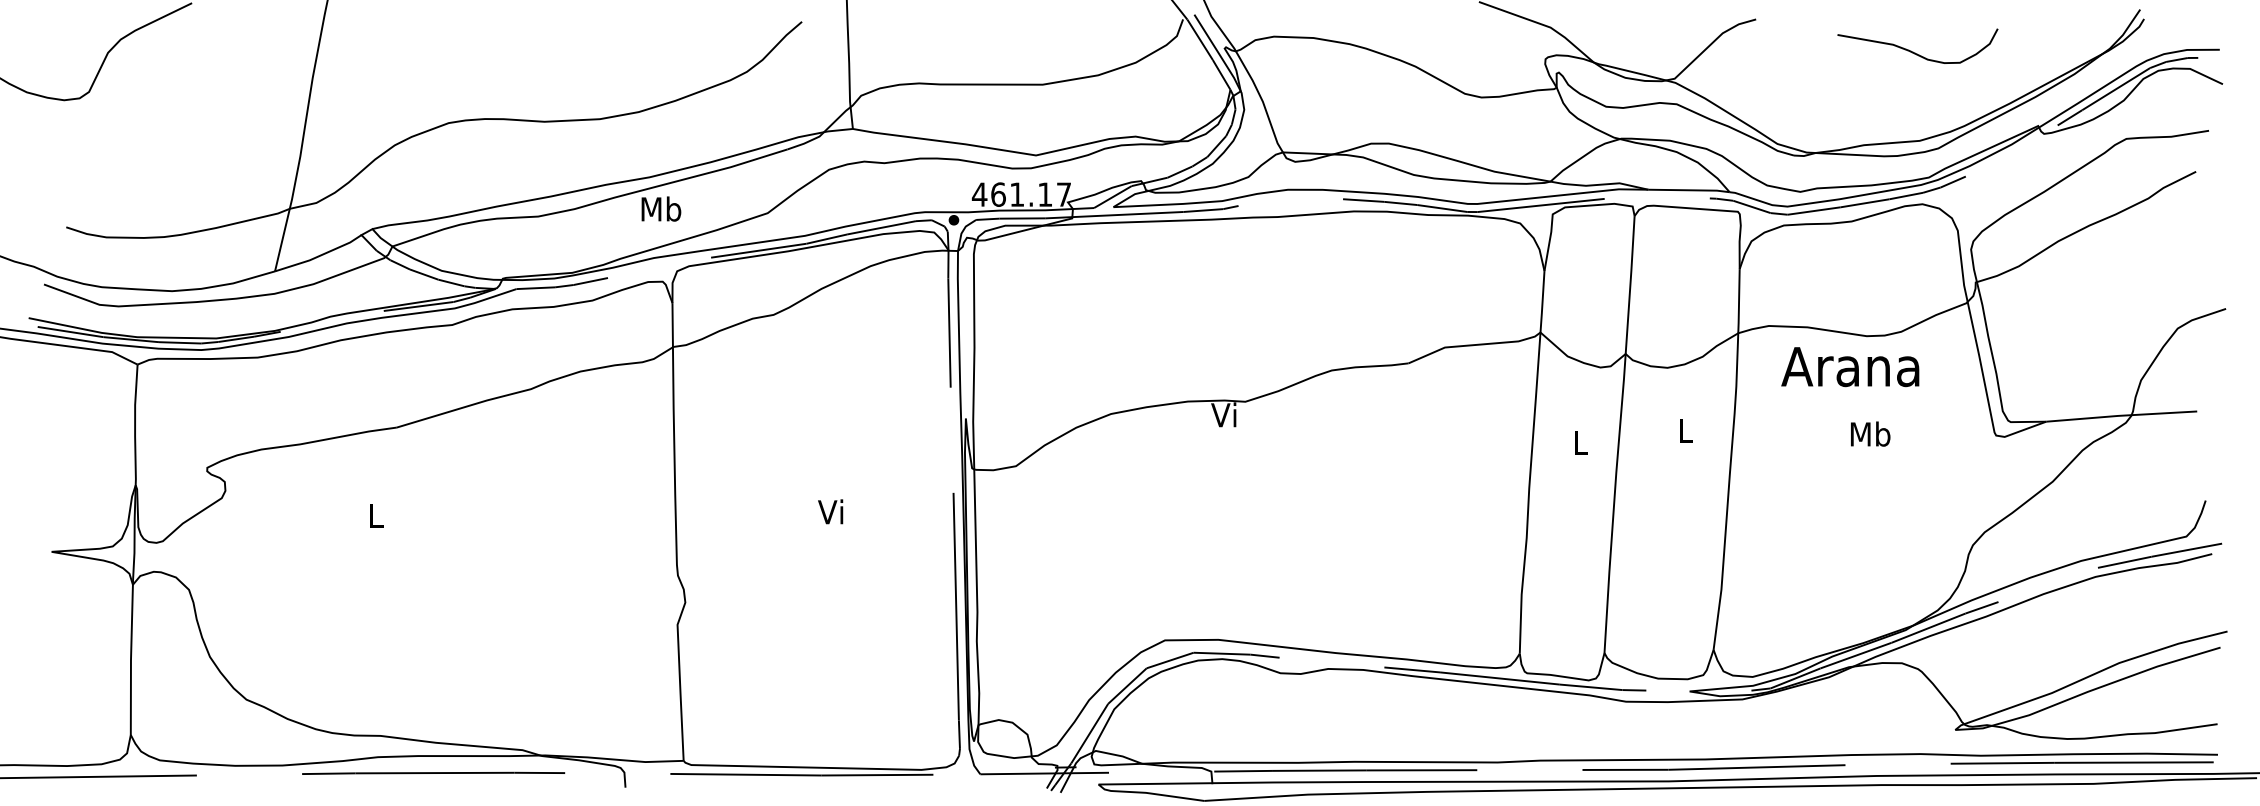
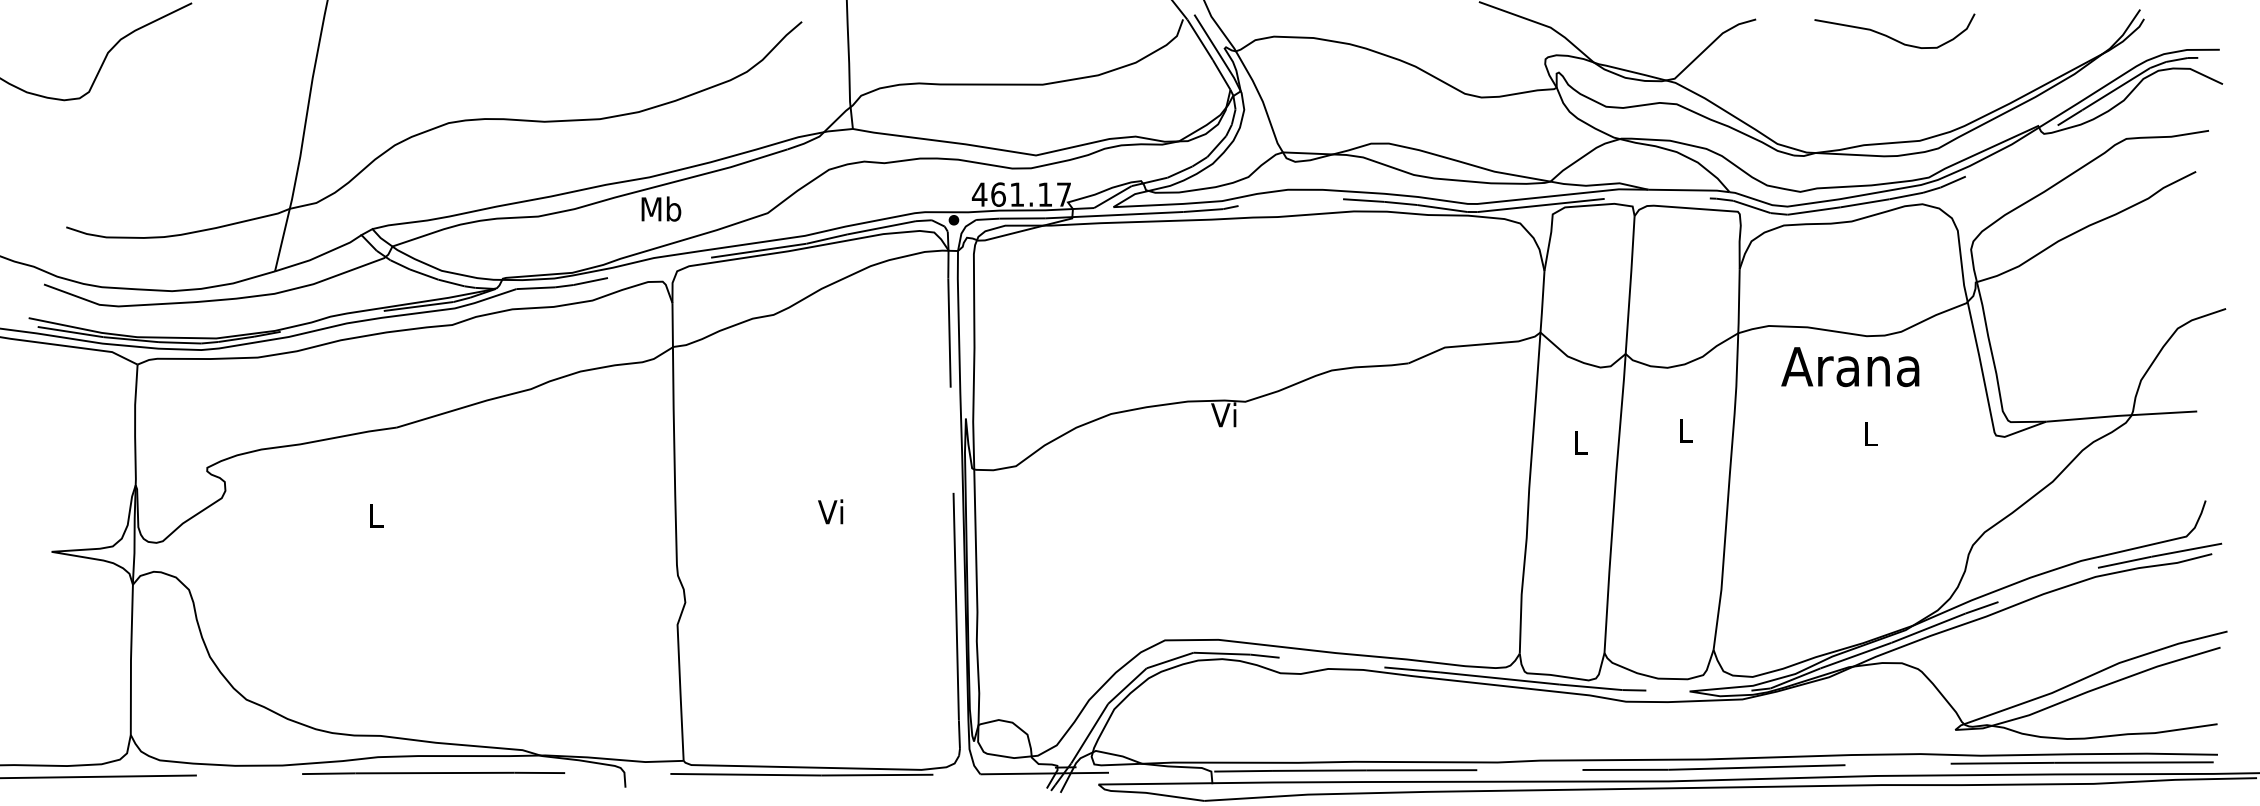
curve at (1913, 51) position: (1913, 51) -> (1890, 36)
text at (1870, 433): Mb -> L
